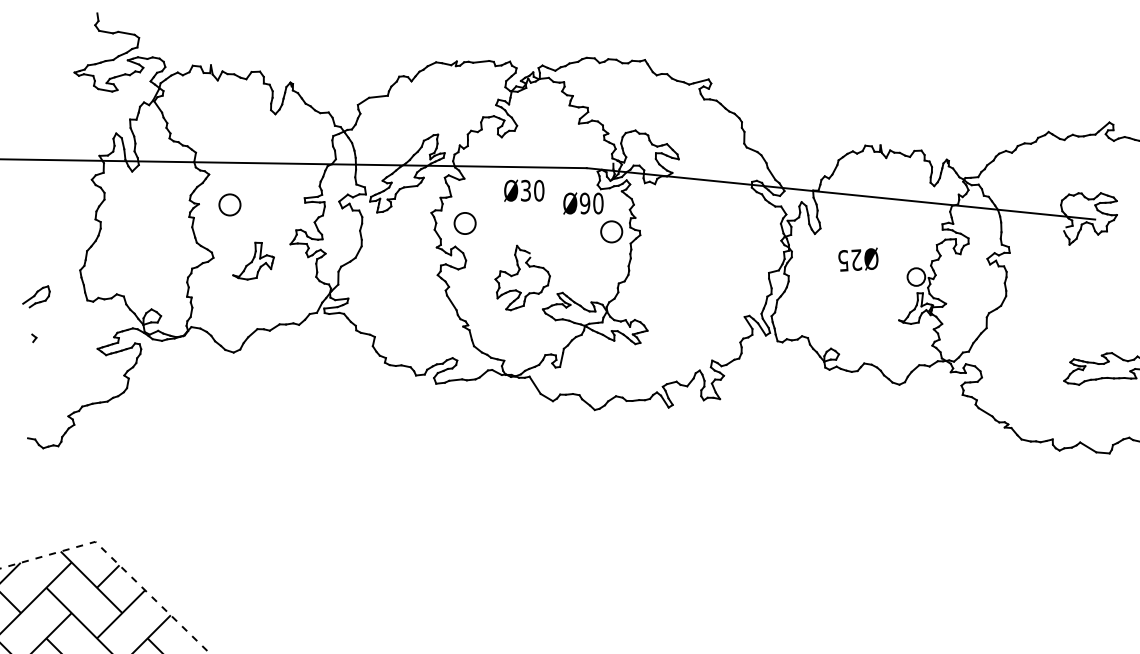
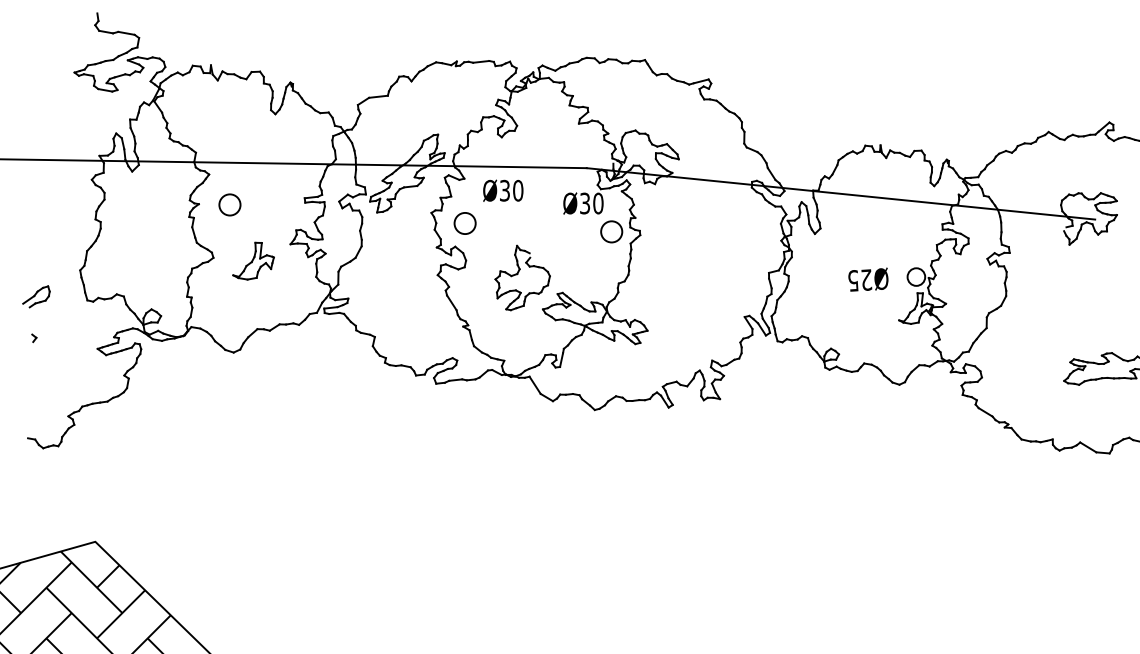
text at (524, 190) position: (524, 190) -> (503, 190)
text at (584, 203): Ø90 -> Ø30
text at (858, 259) position: (858, 259) -> (868, 279)
line at (116, 562): dashed -> solid
